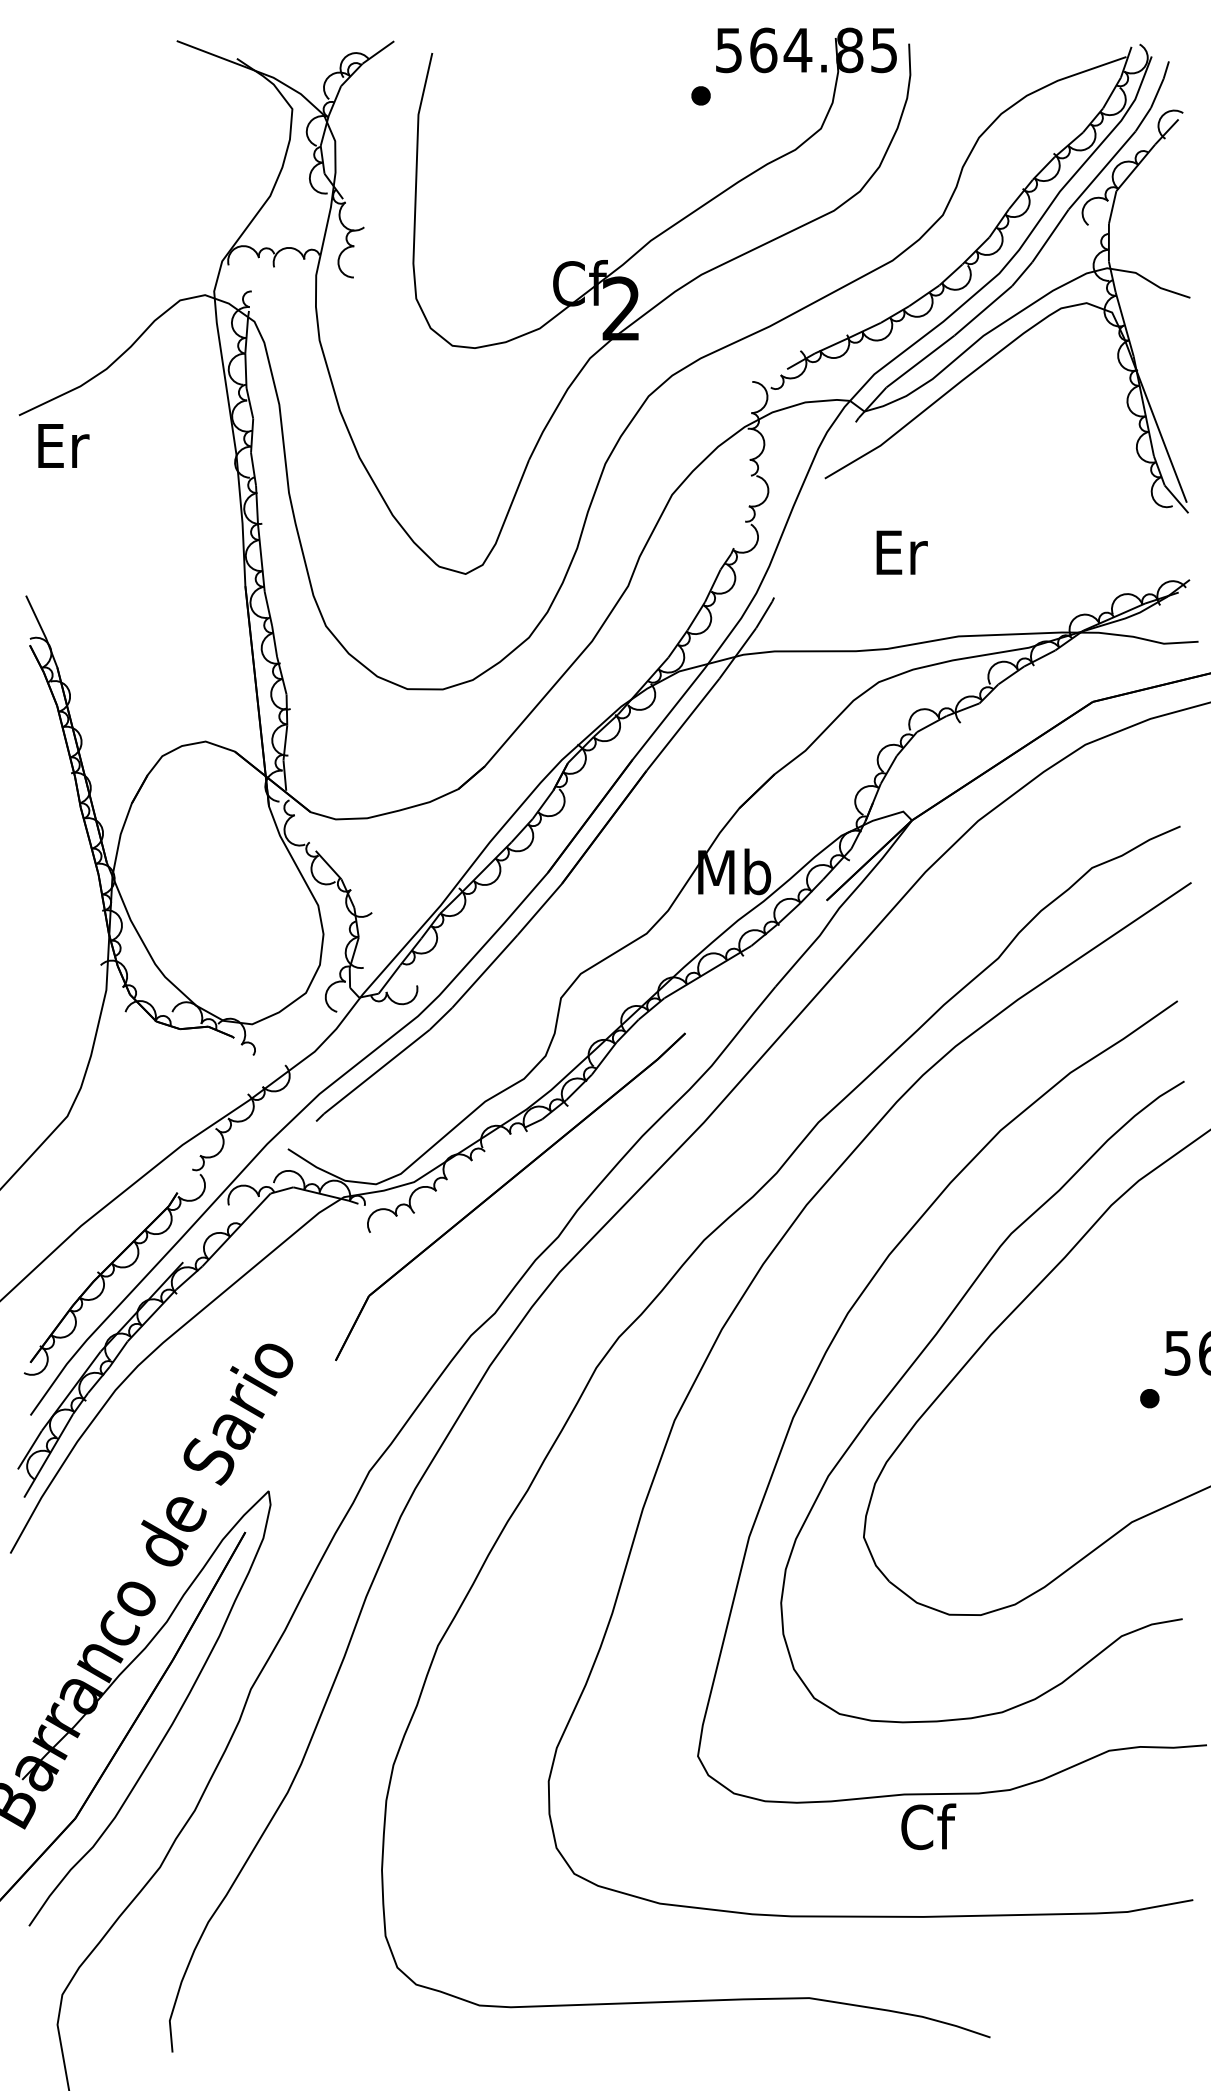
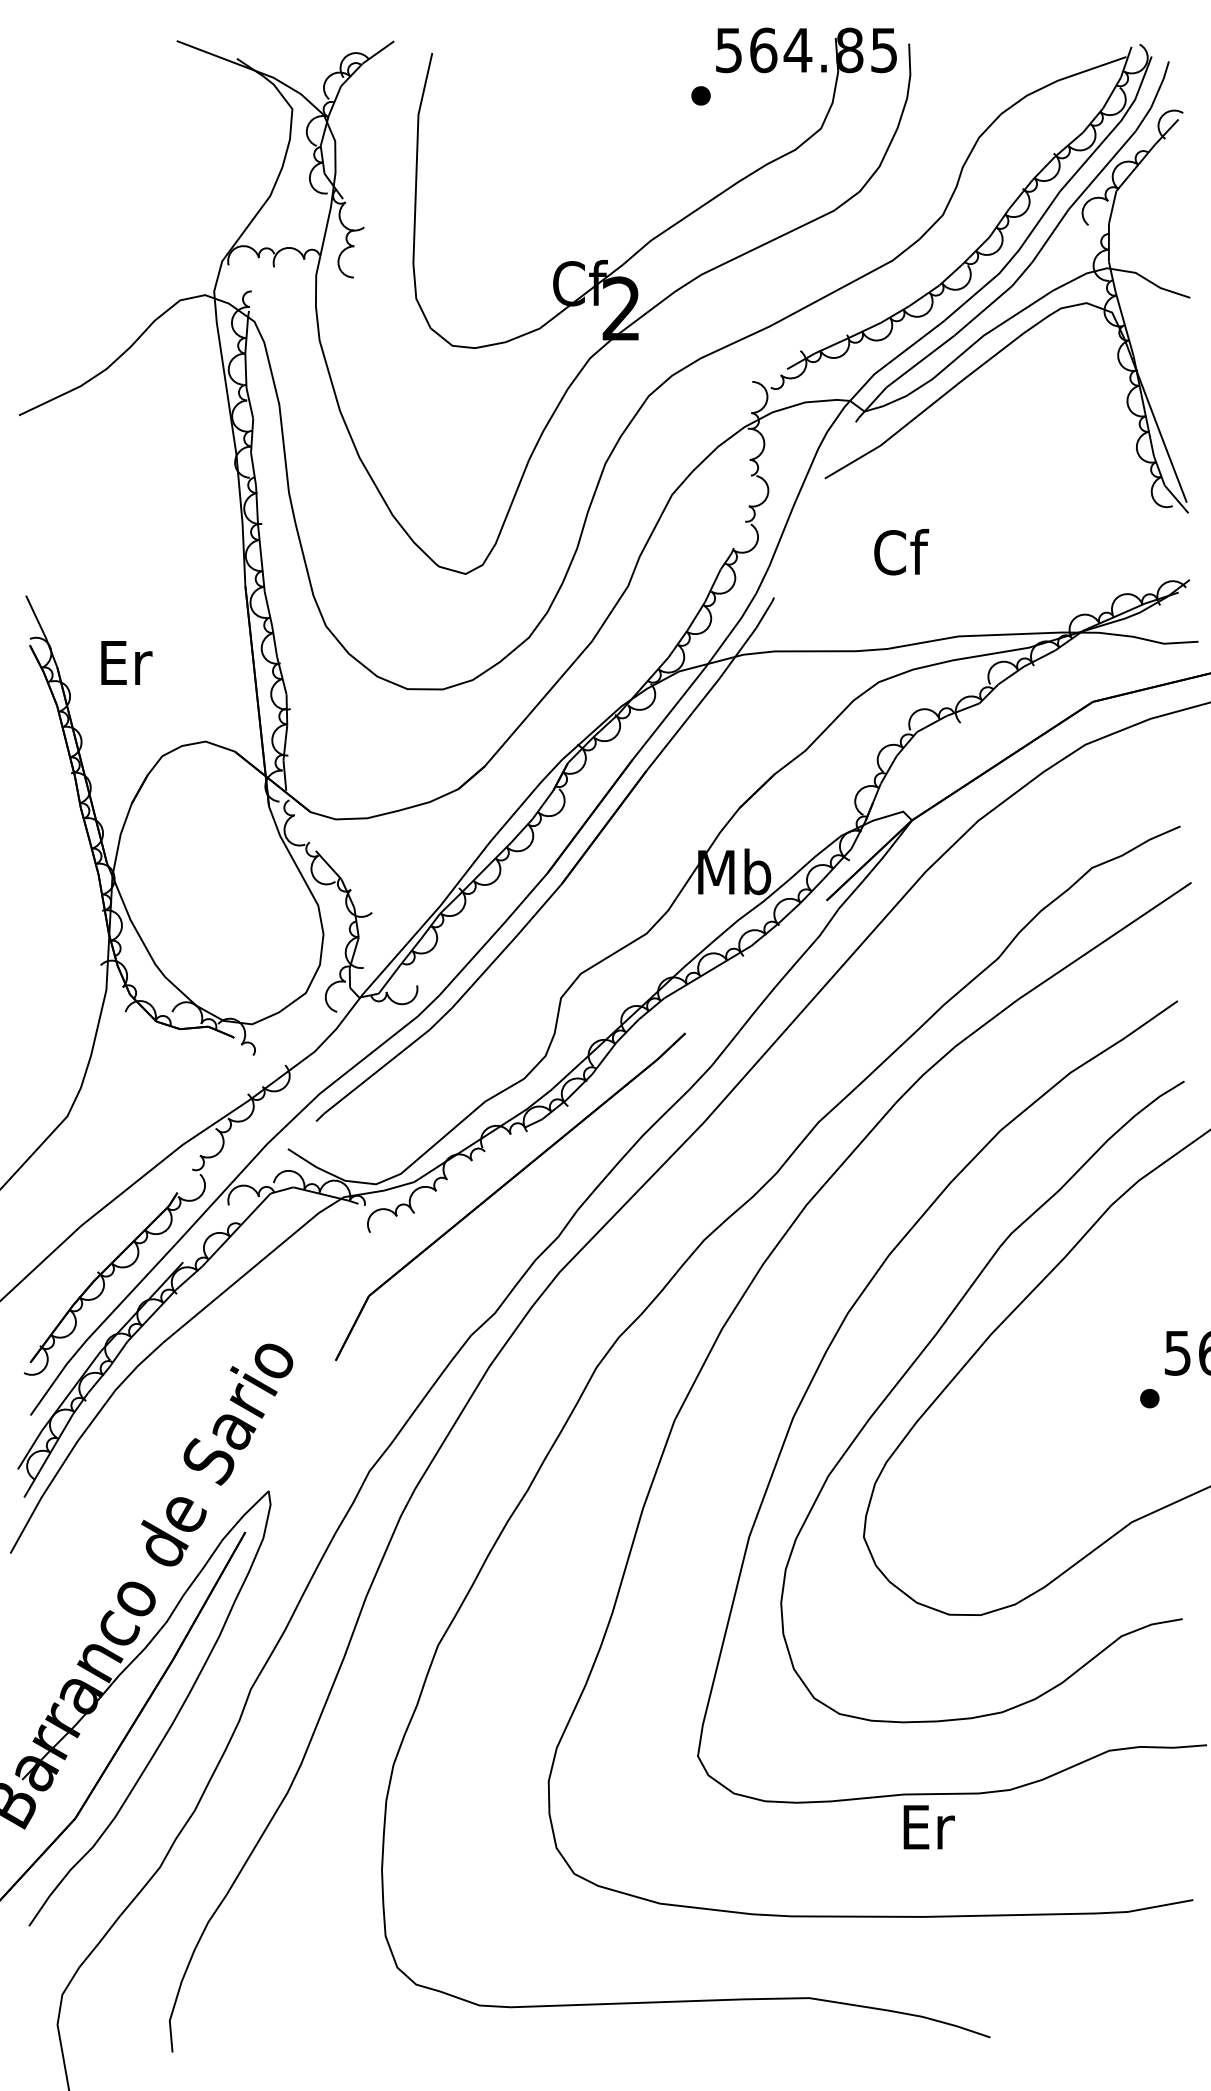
text at (63, 445) position: (63, 445) -> (126, 662)
text at (901, 551): Er -> Cf
text at (928, 1826): Cf -> Er
